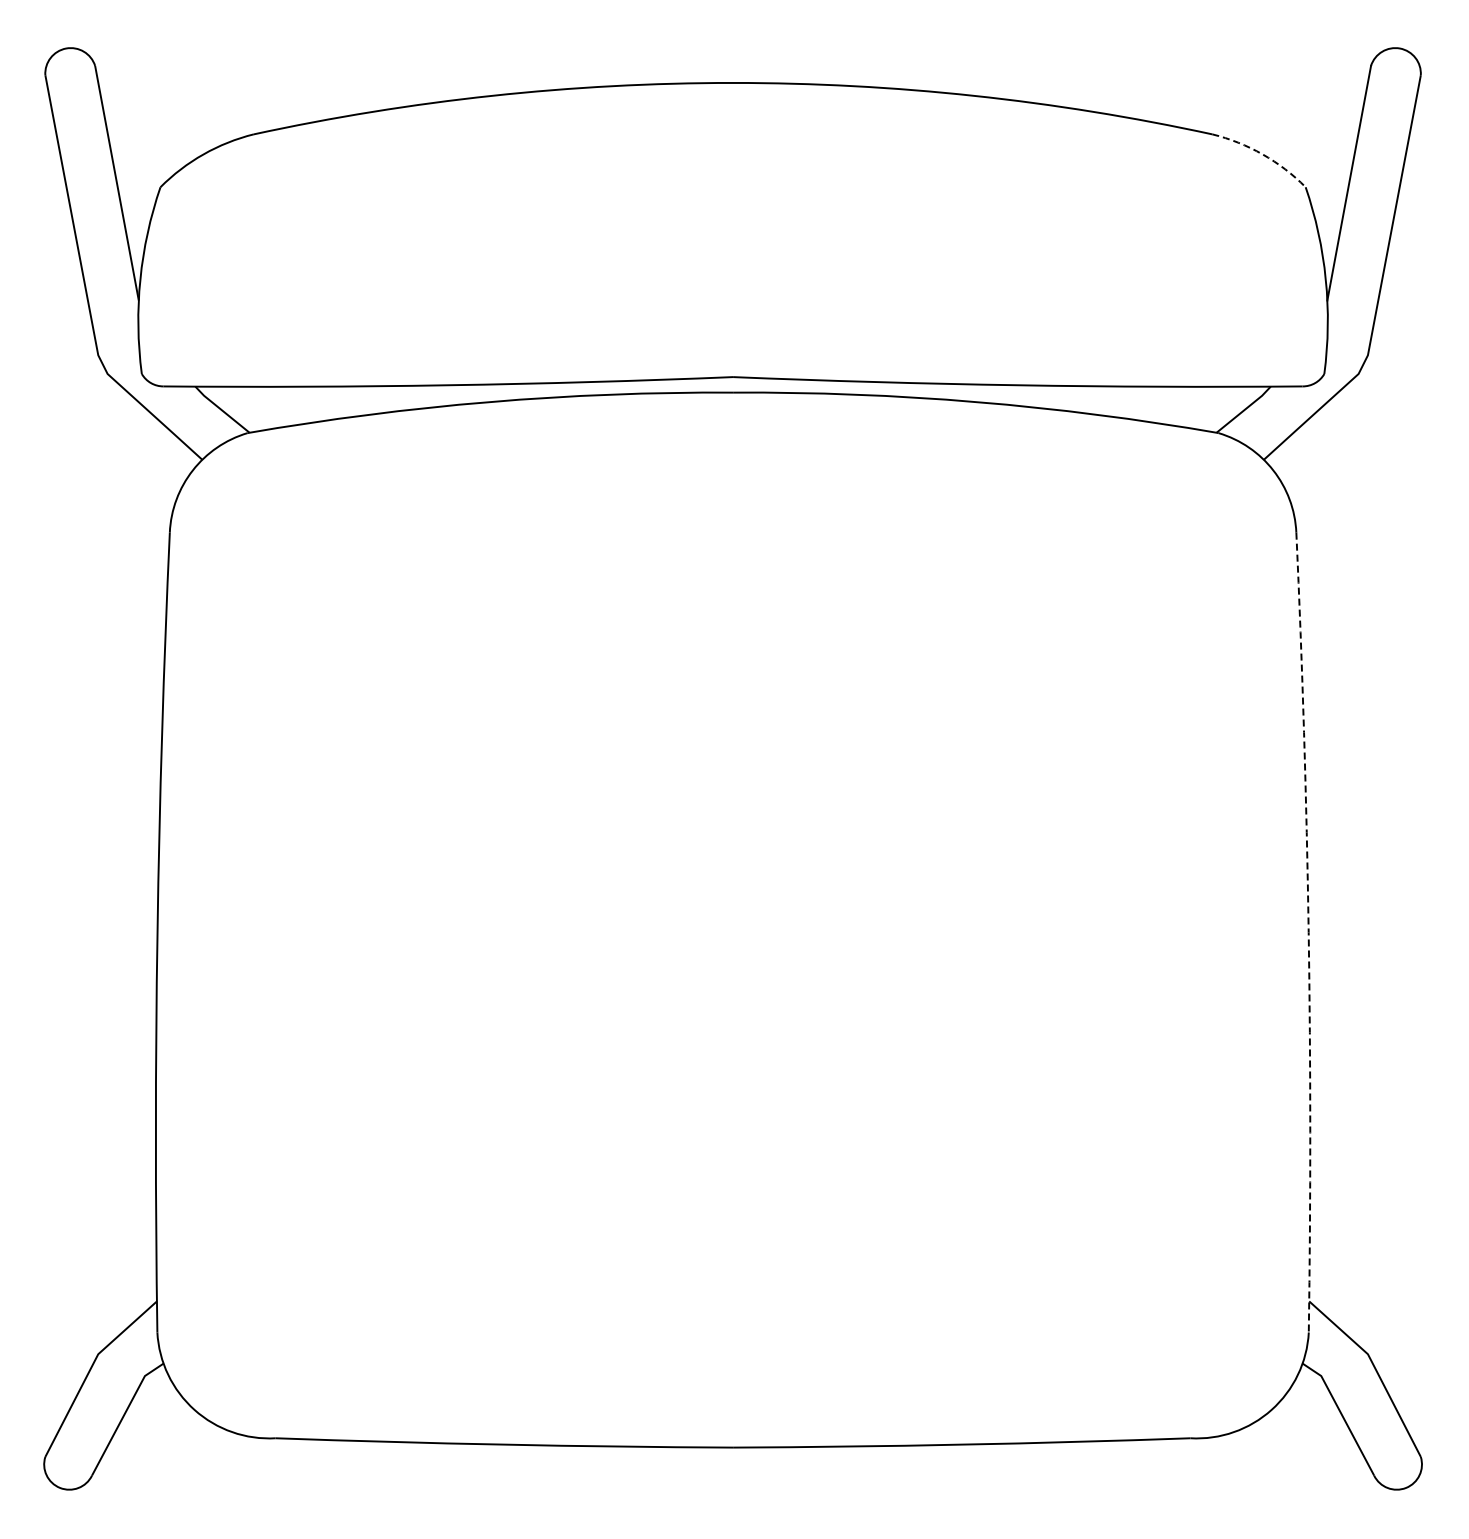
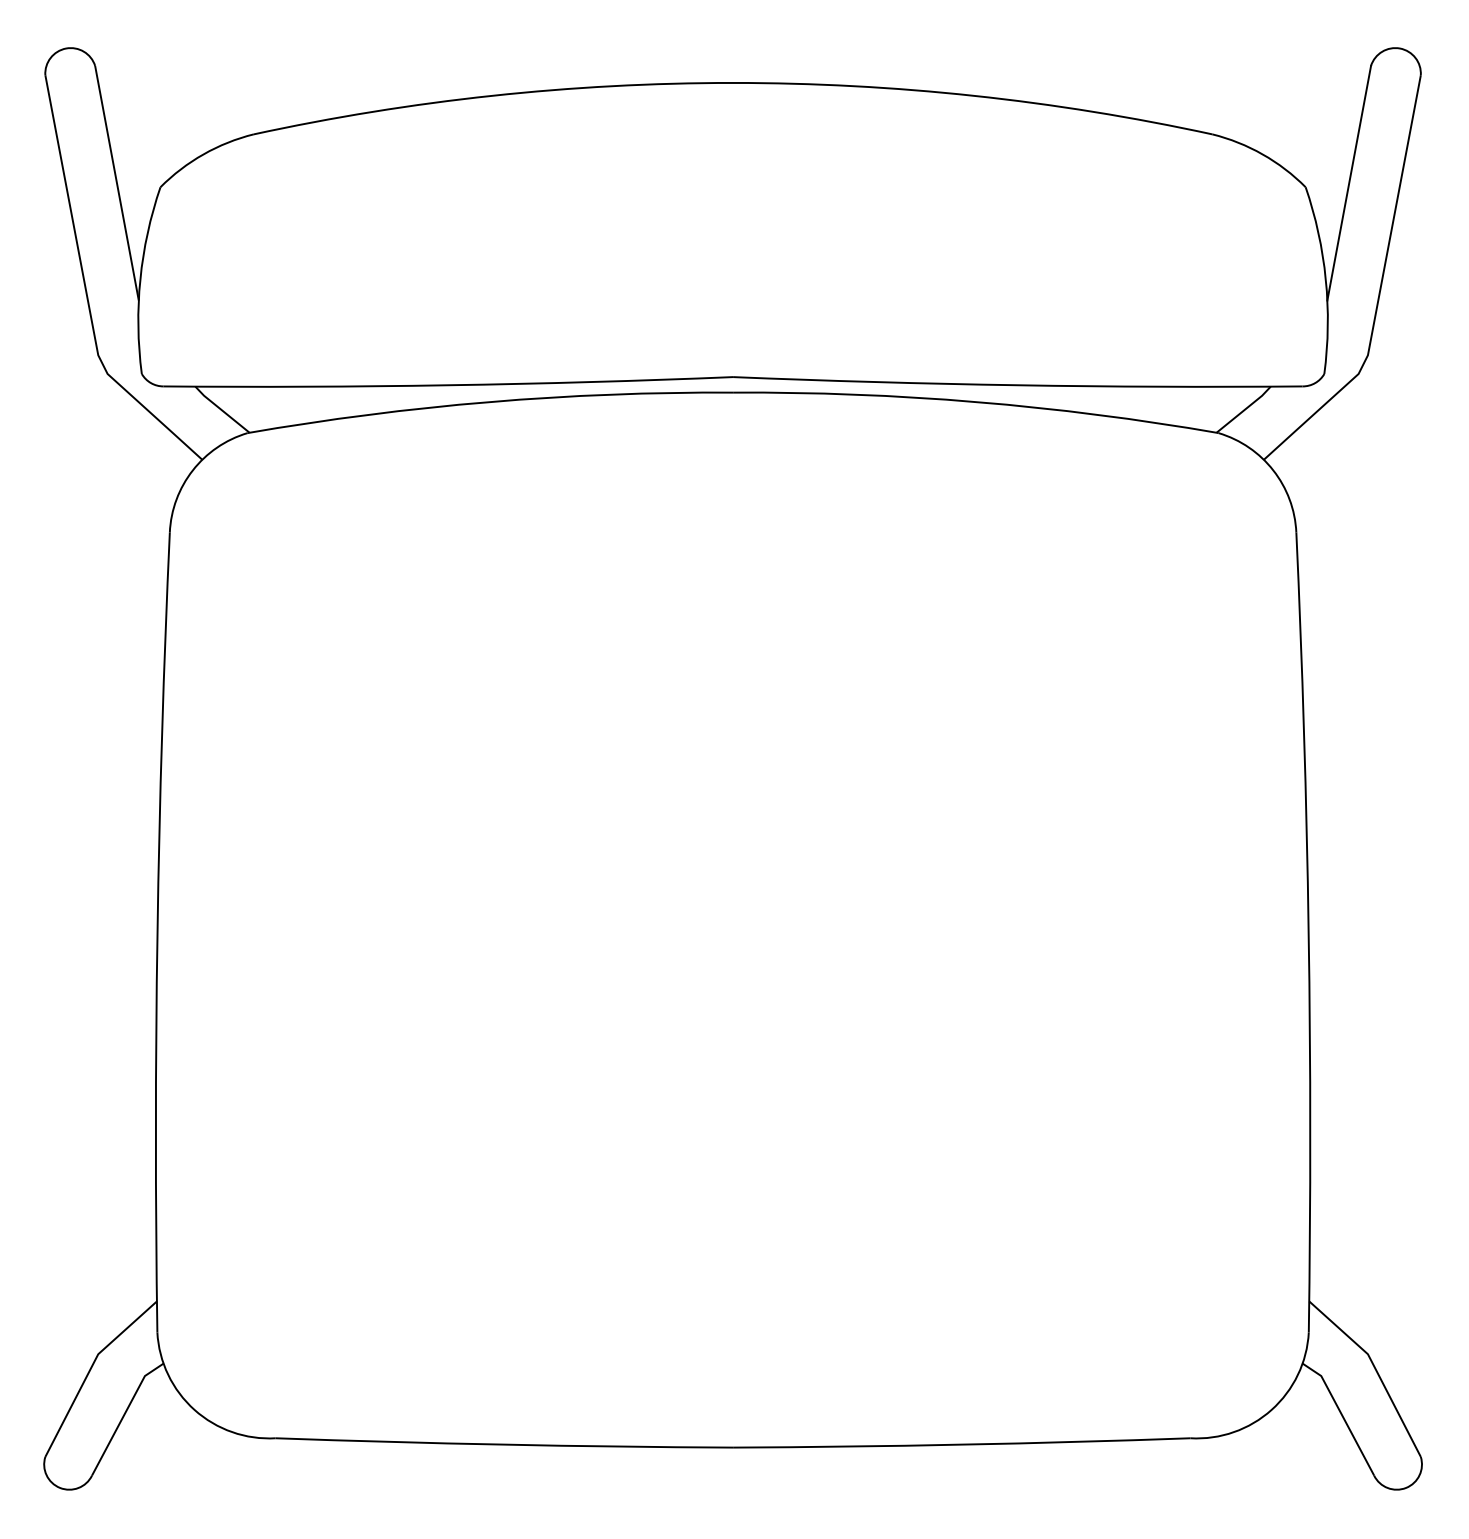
arc at (1262, 154): dashed -> solid
arc at (1308, 932): dashed -> solid
